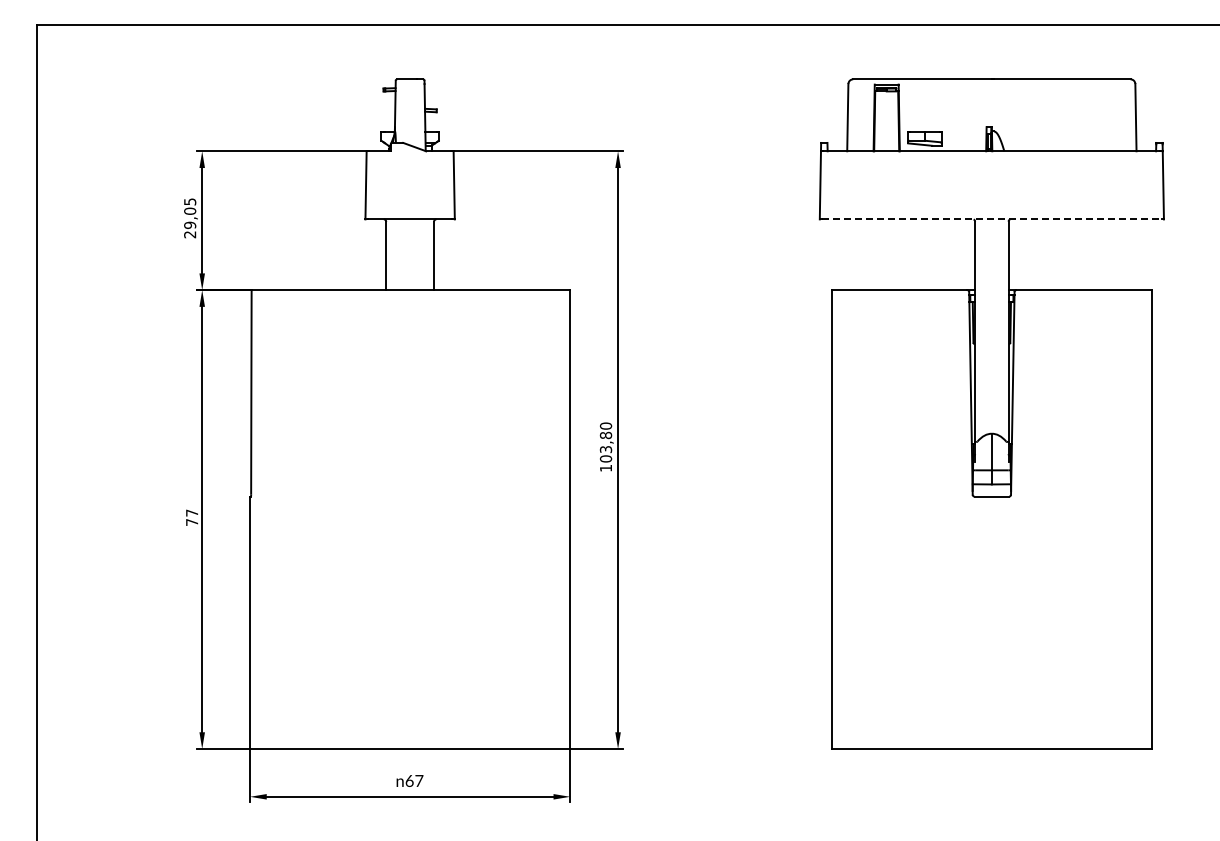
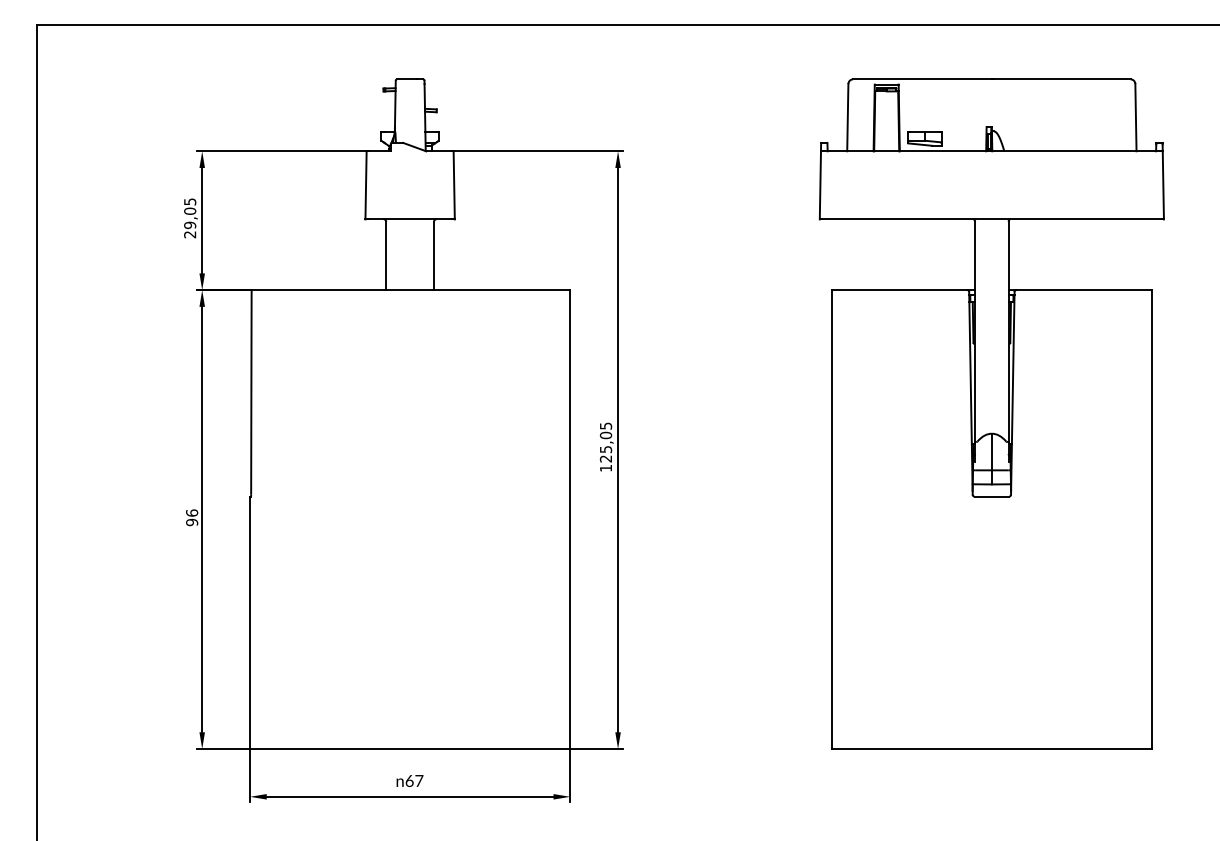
line at (991, 219): dashed -> solid
text at (605, 442): 103,80 -> 125,05
text at (192, 517): 77 -> 96
